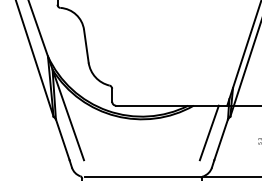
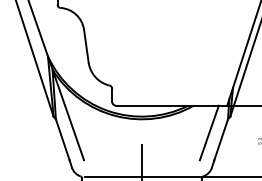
line at (141, 160): none -> present
